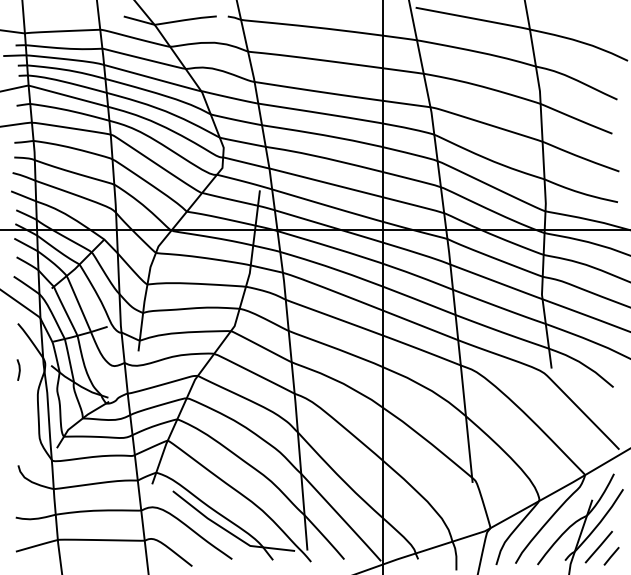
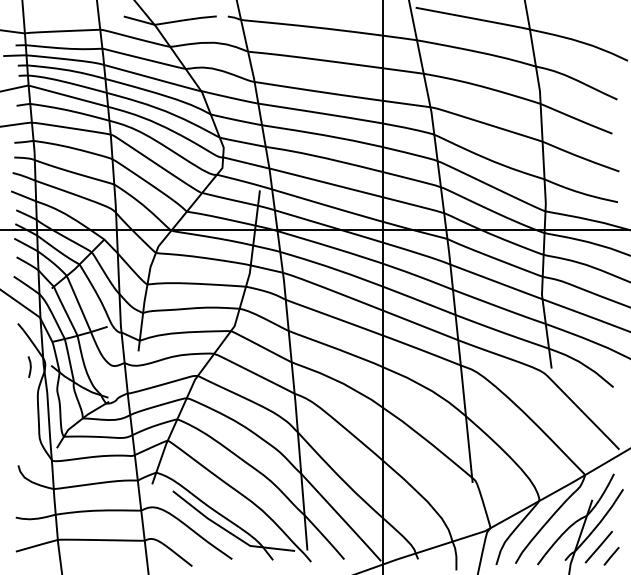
line at (18, 369) position: (18, 369) -> (29, 366)
